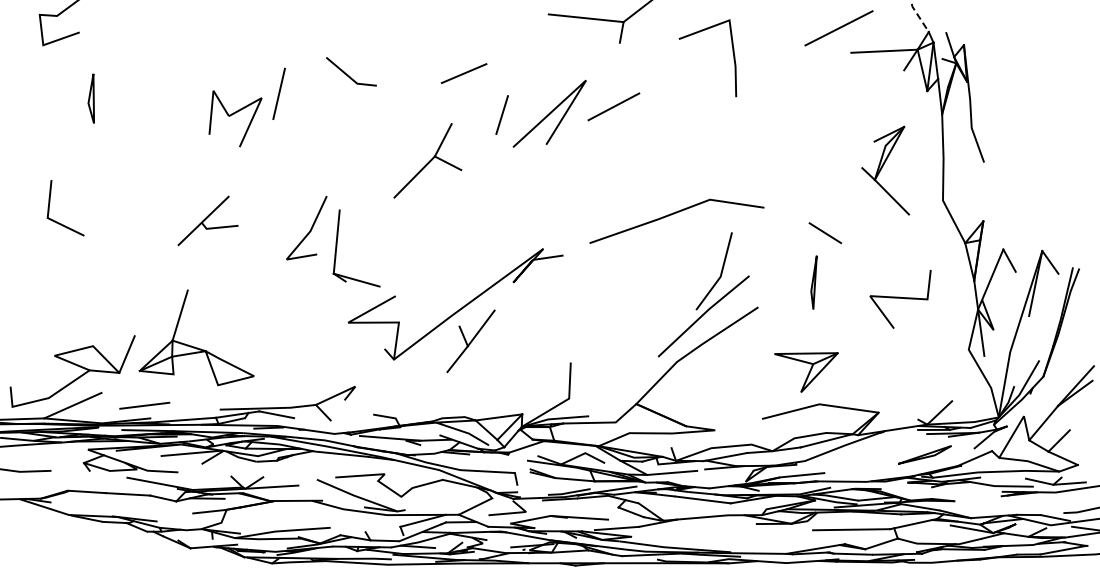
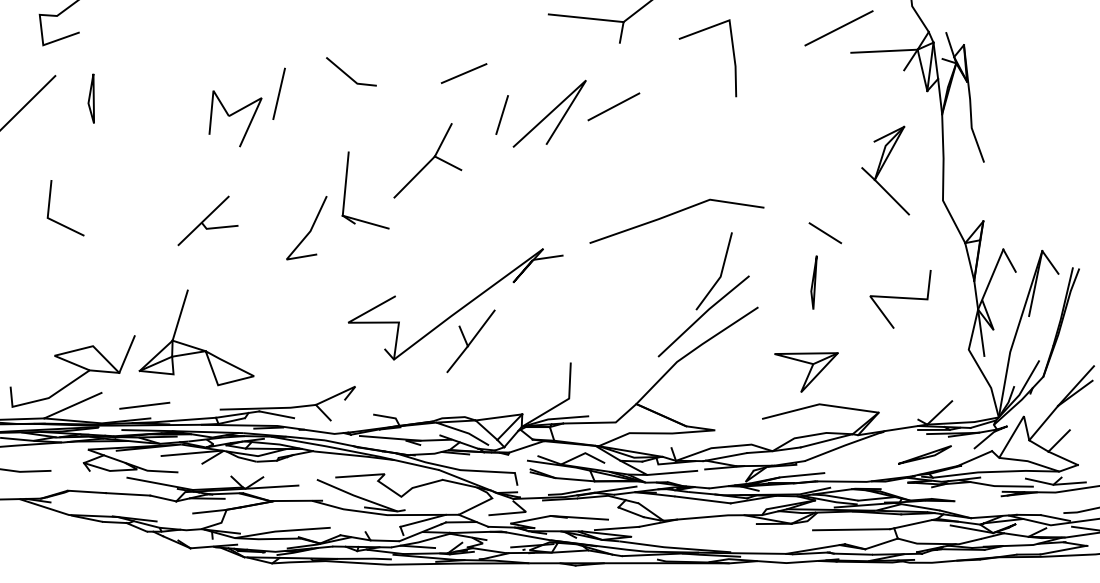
line at (918, 16): dashed -> solid
line at (28, 102): none -> present
part at (337, 247) position: (337, 247) -> (346, 189)
